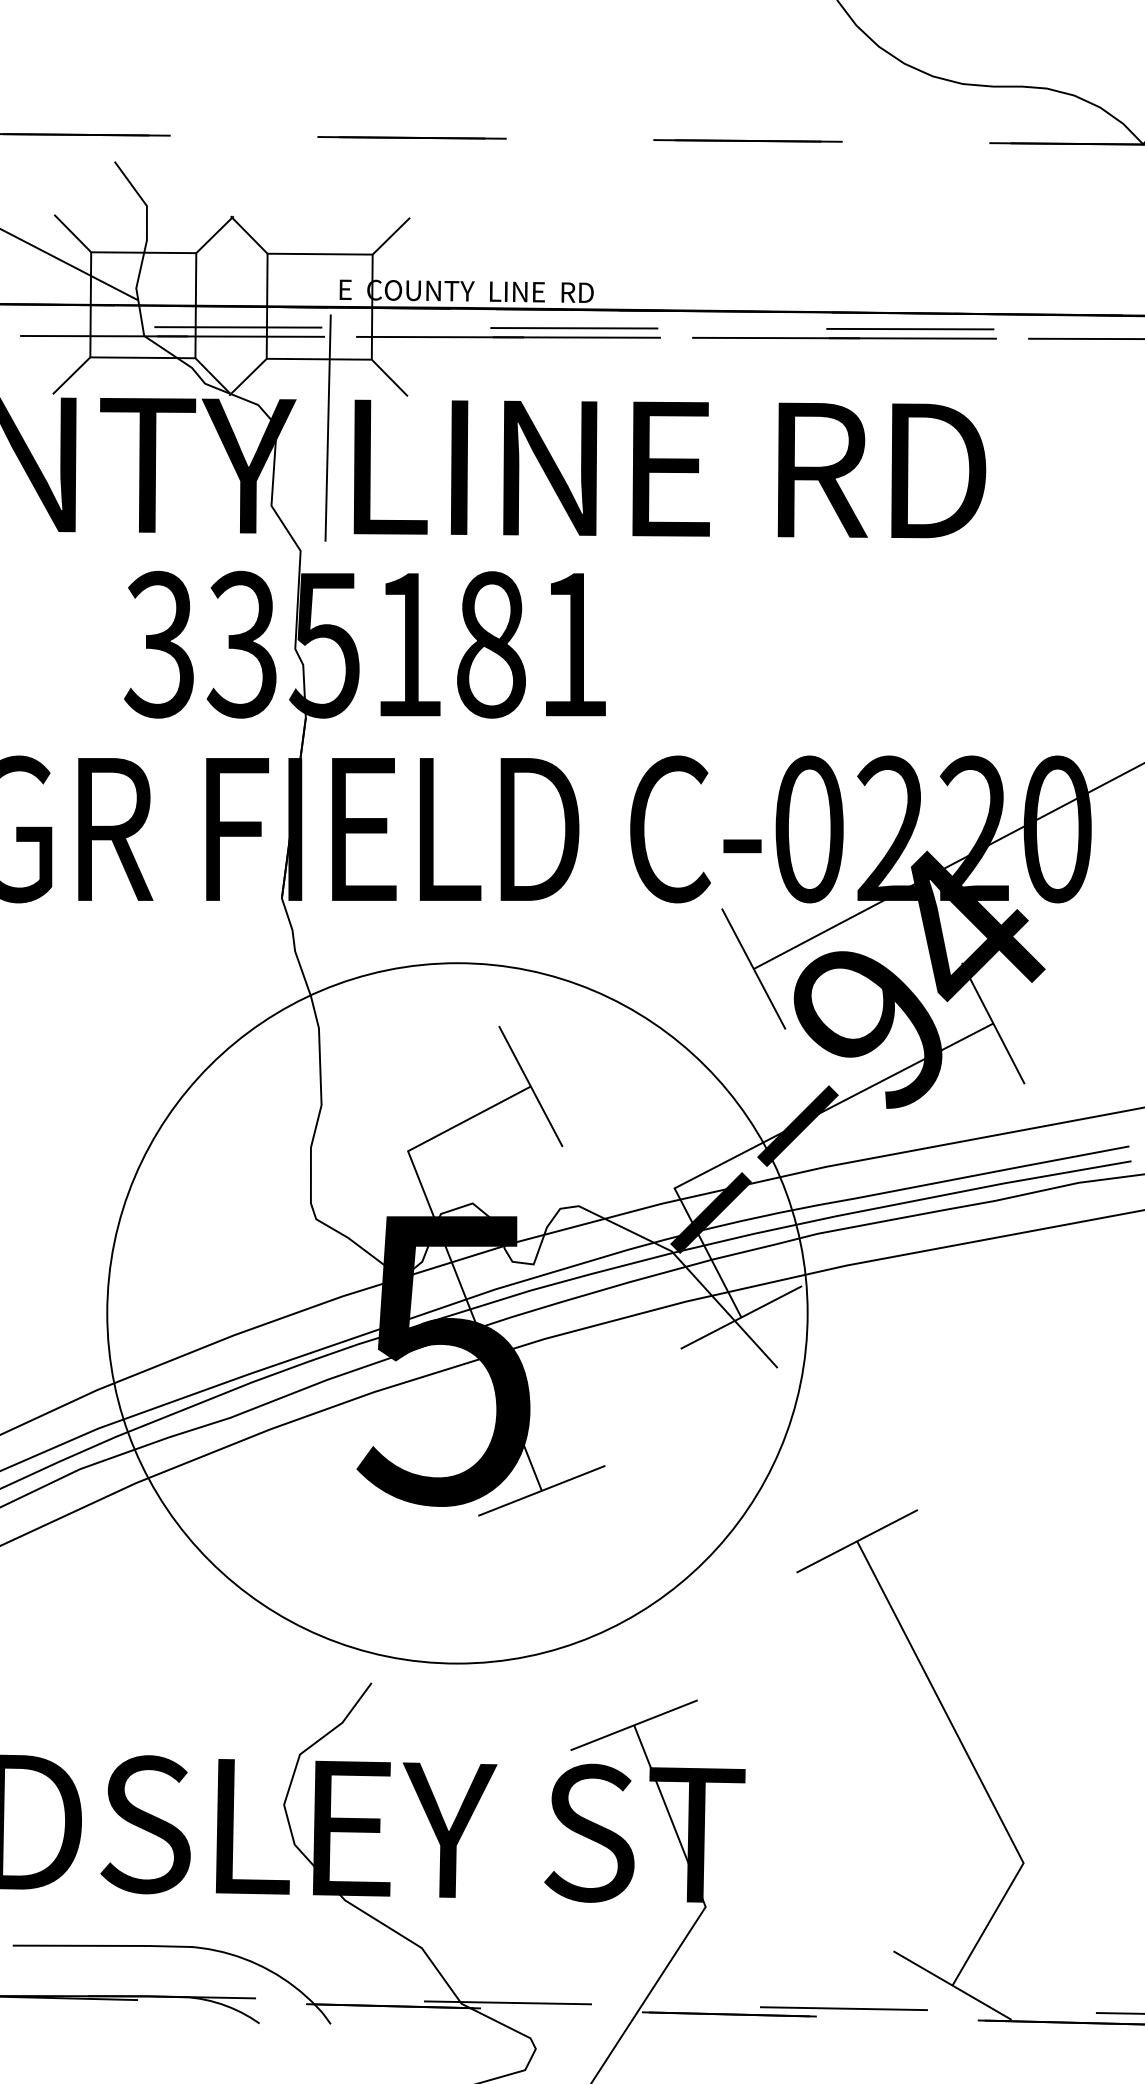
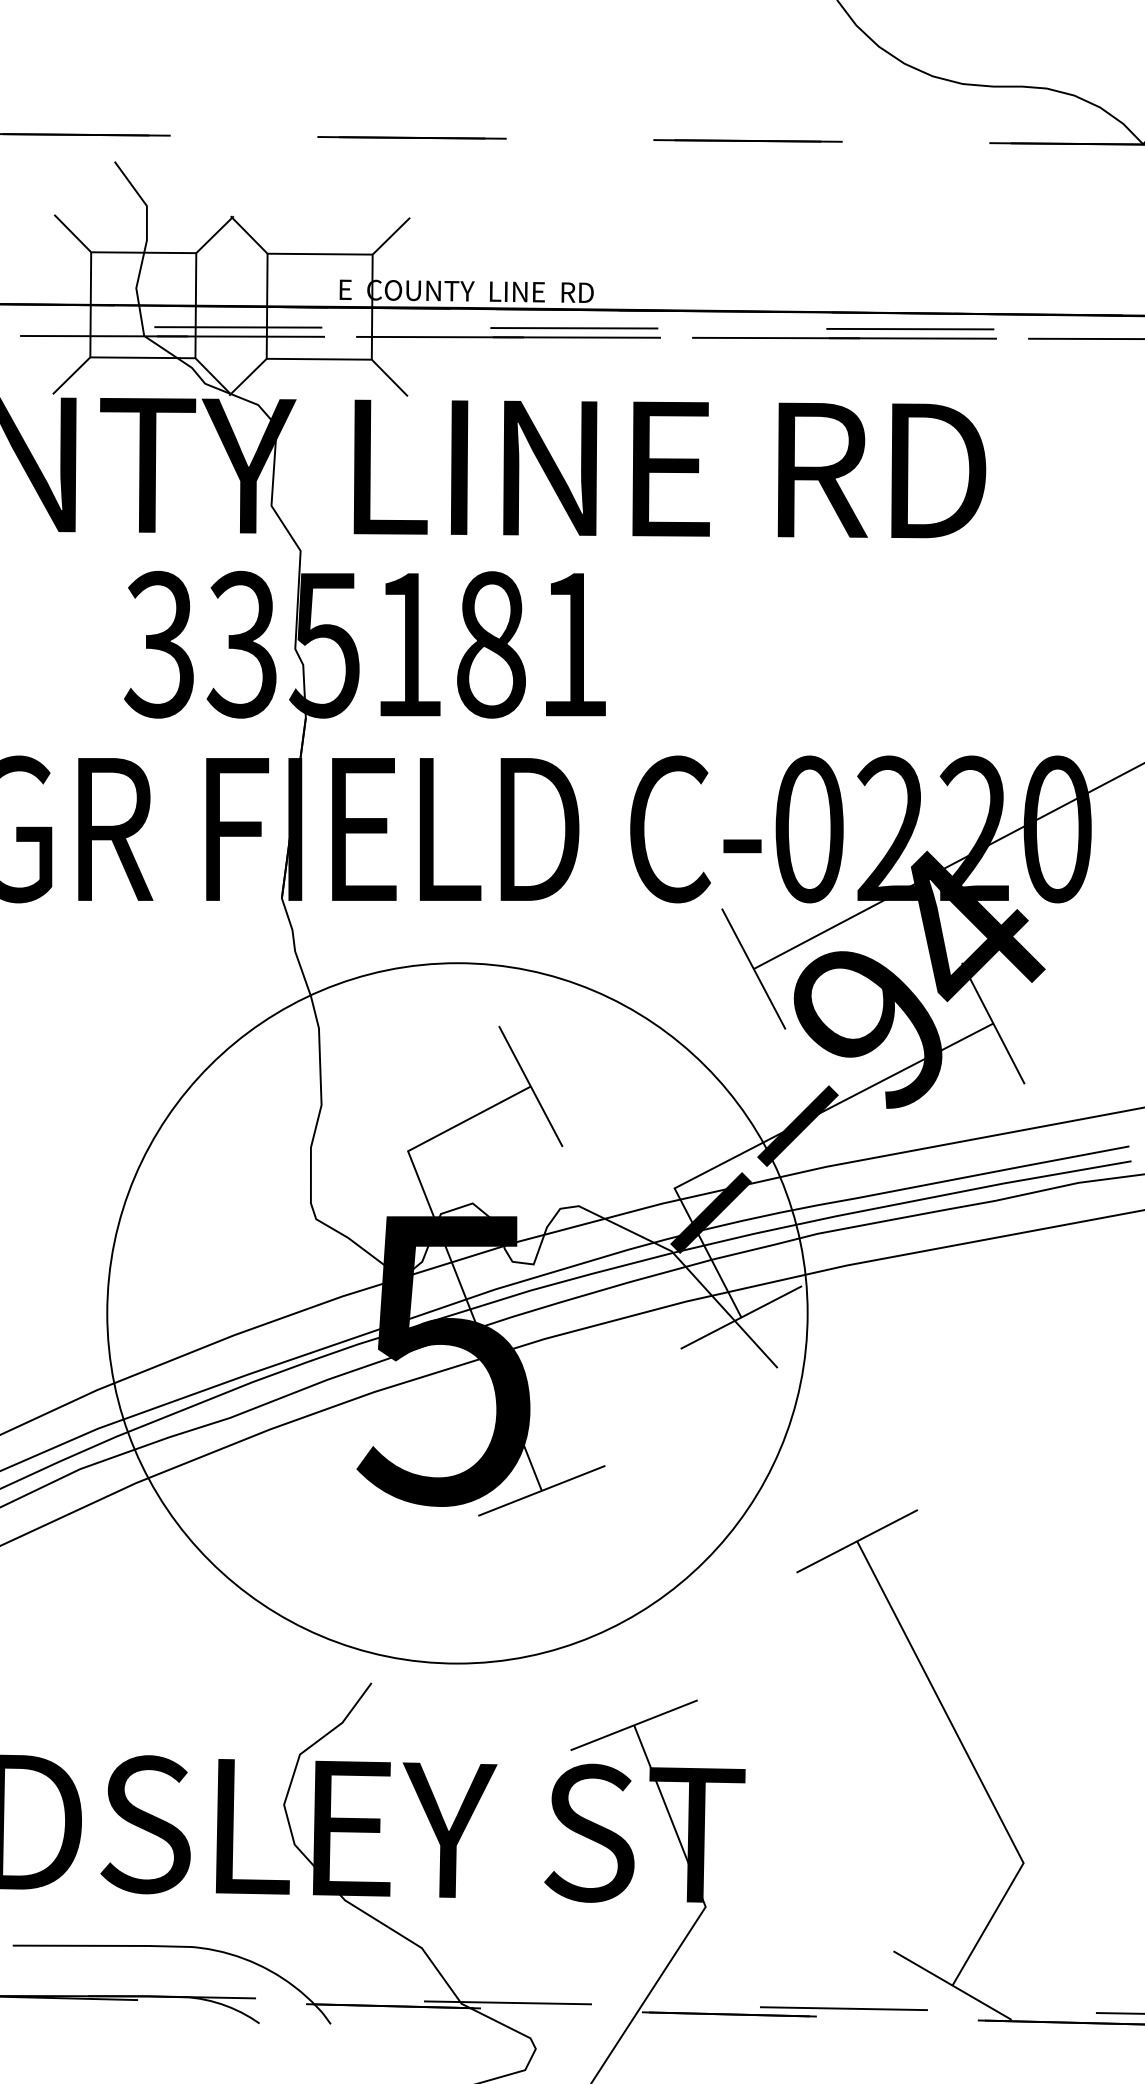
line at (69, 264): present -> none
line at (327, 427): present -> none
